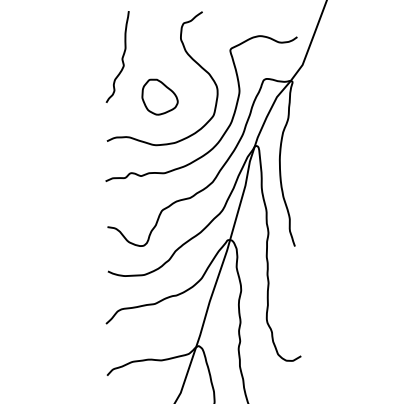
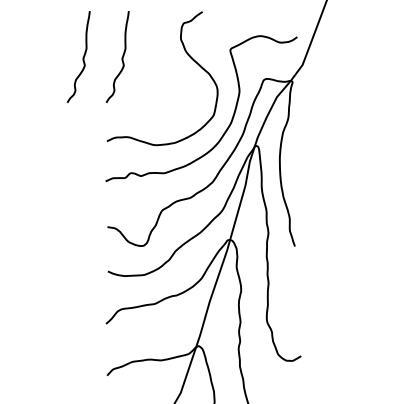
curve at (82, 57): none -> present
part at (159, 96): present -> none
